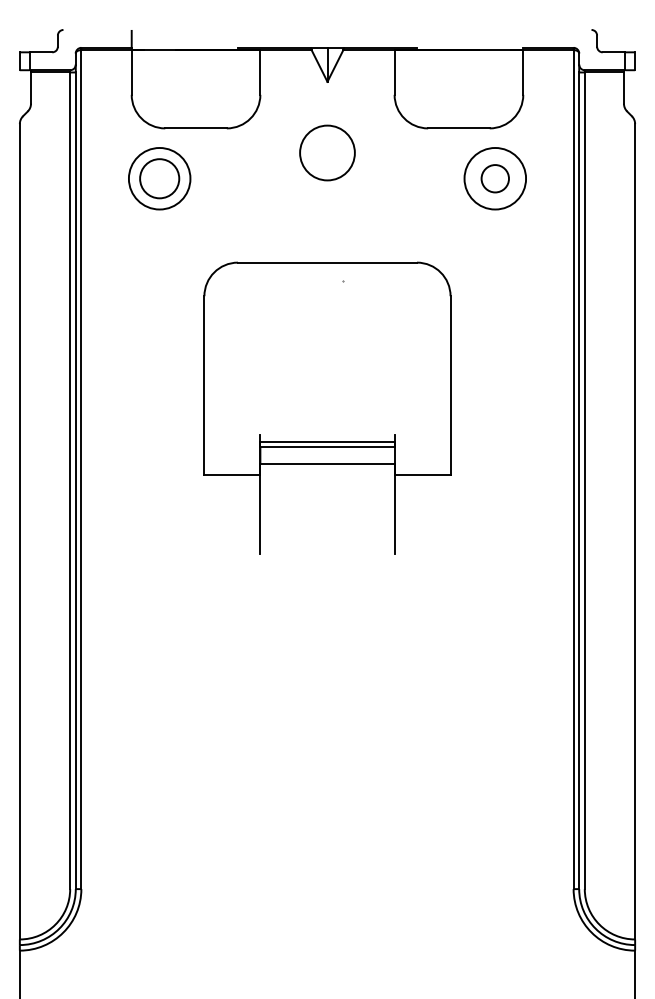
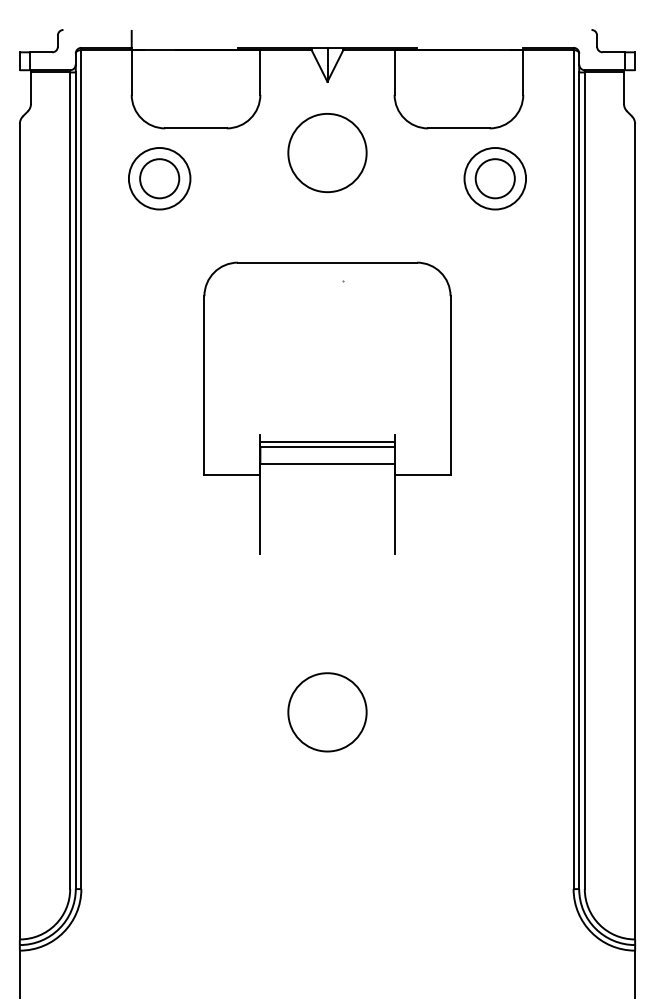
circle at (327, 152) diameter: 55 px -> 78 px
circle at (495, 178) diameter: 27 px -> 39 px
circle at (327, 712): none -> present
